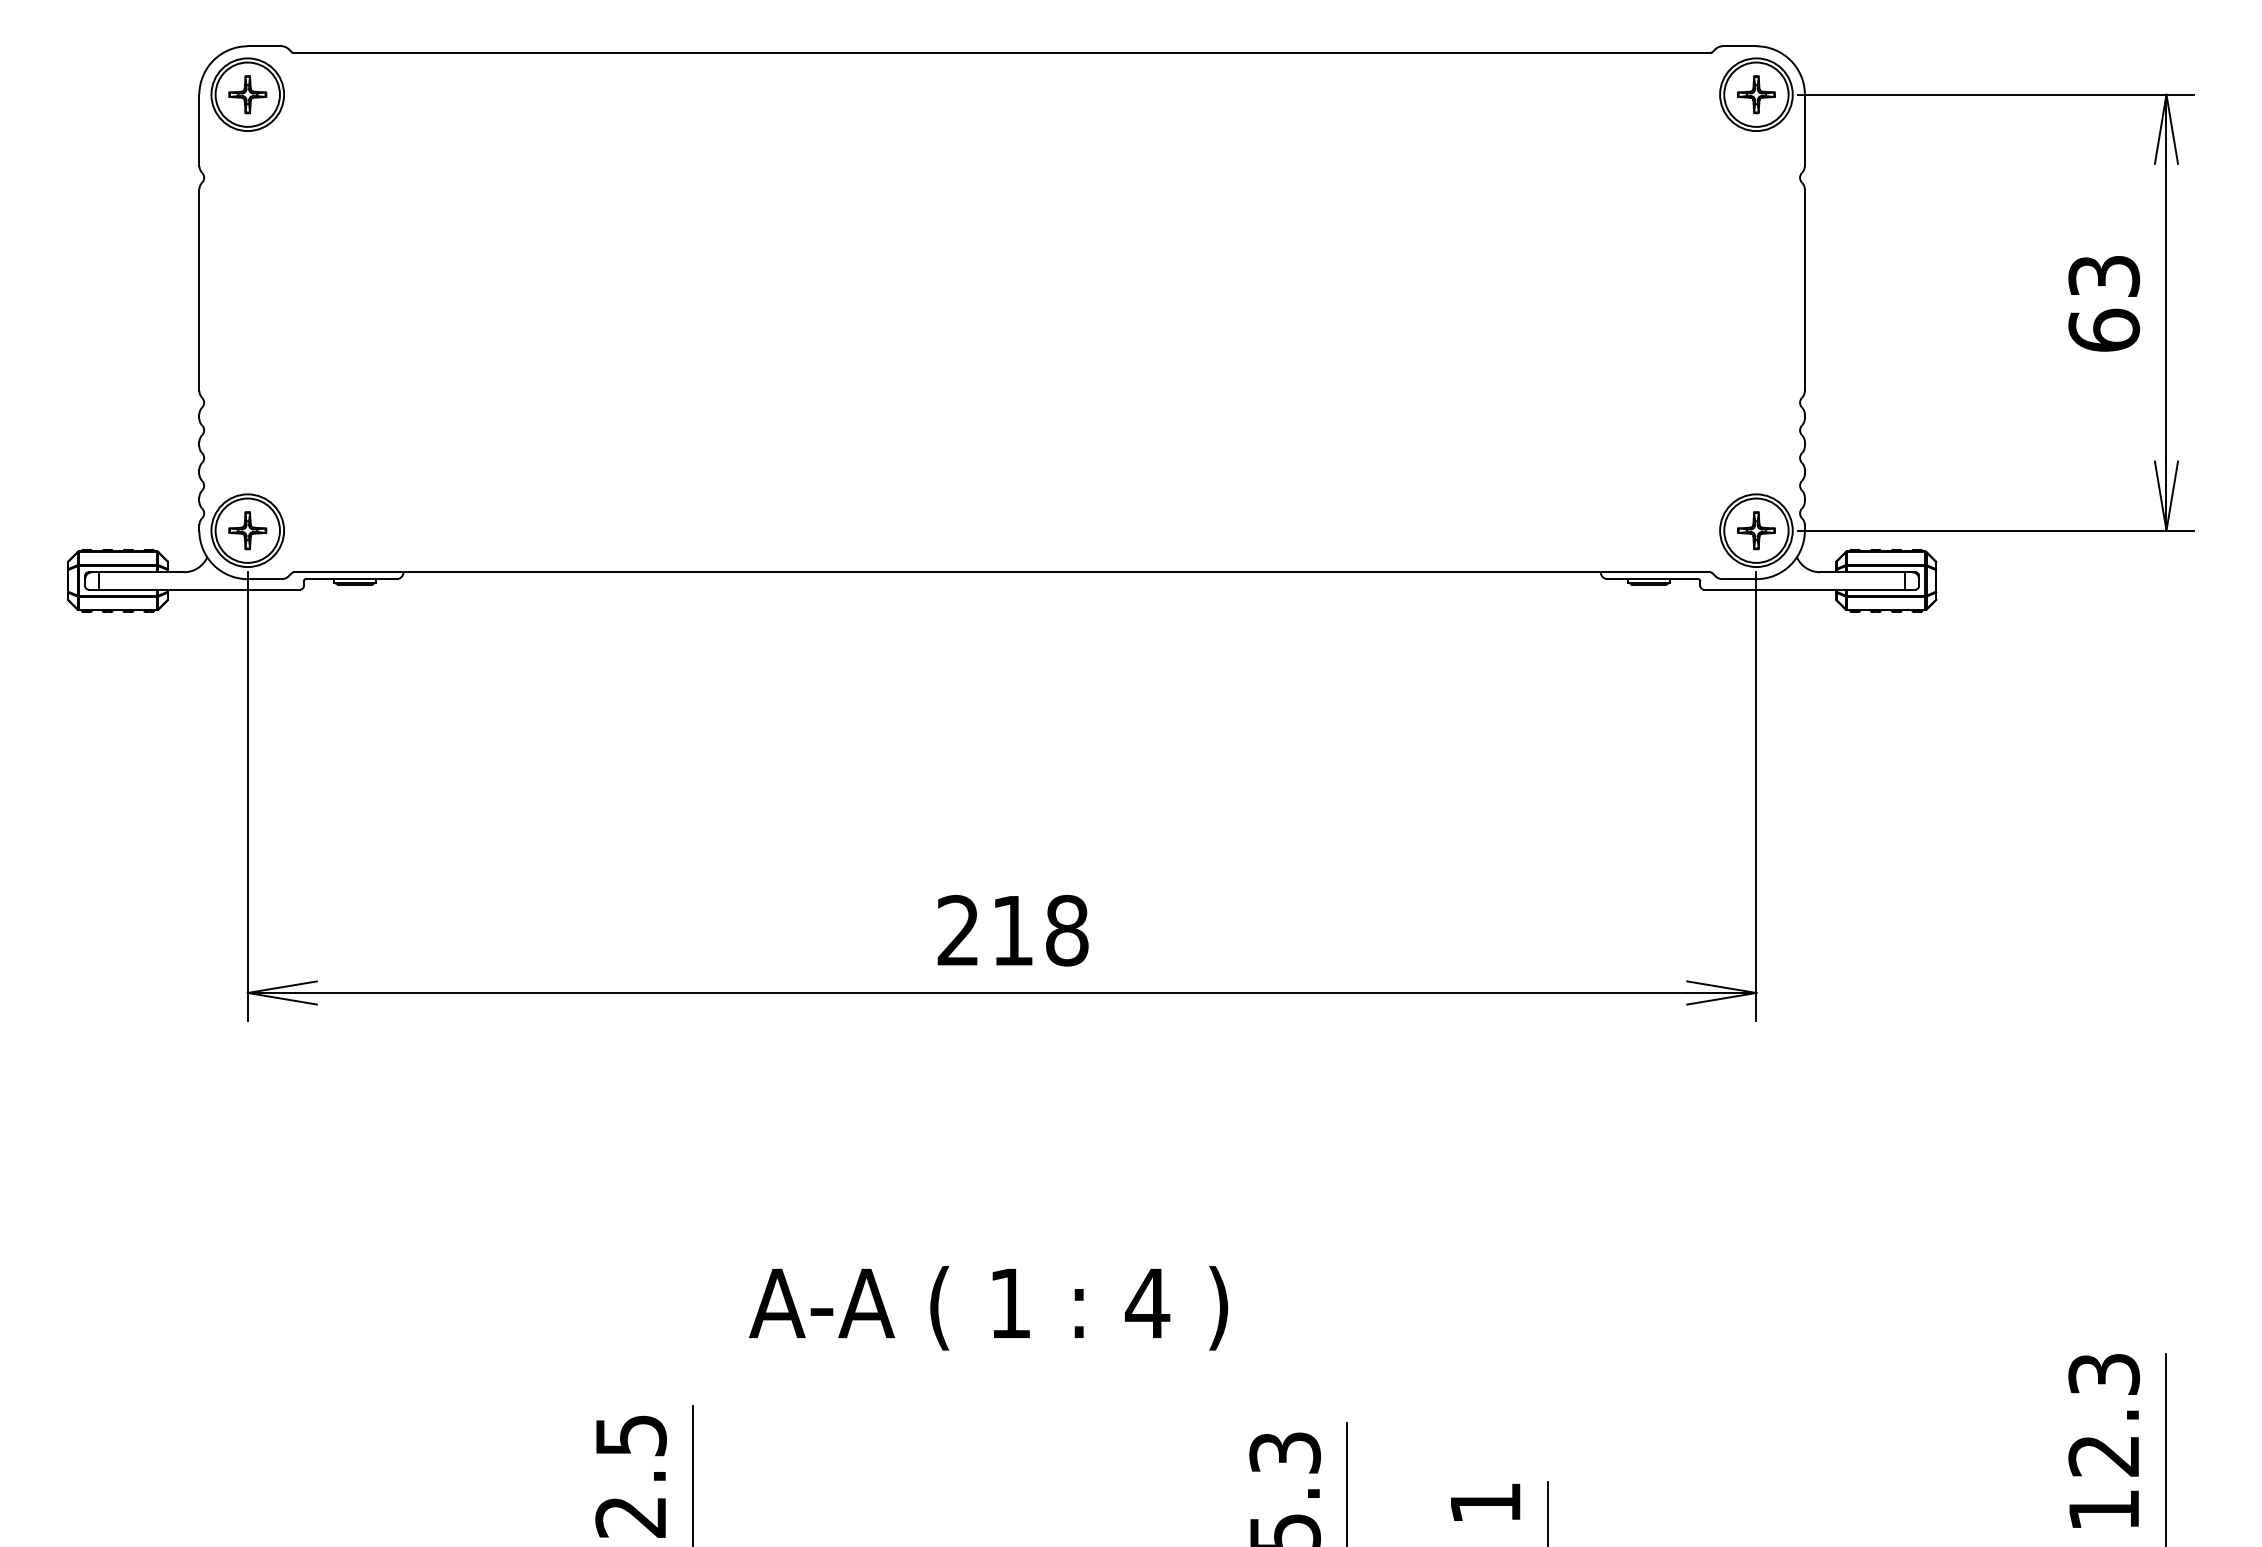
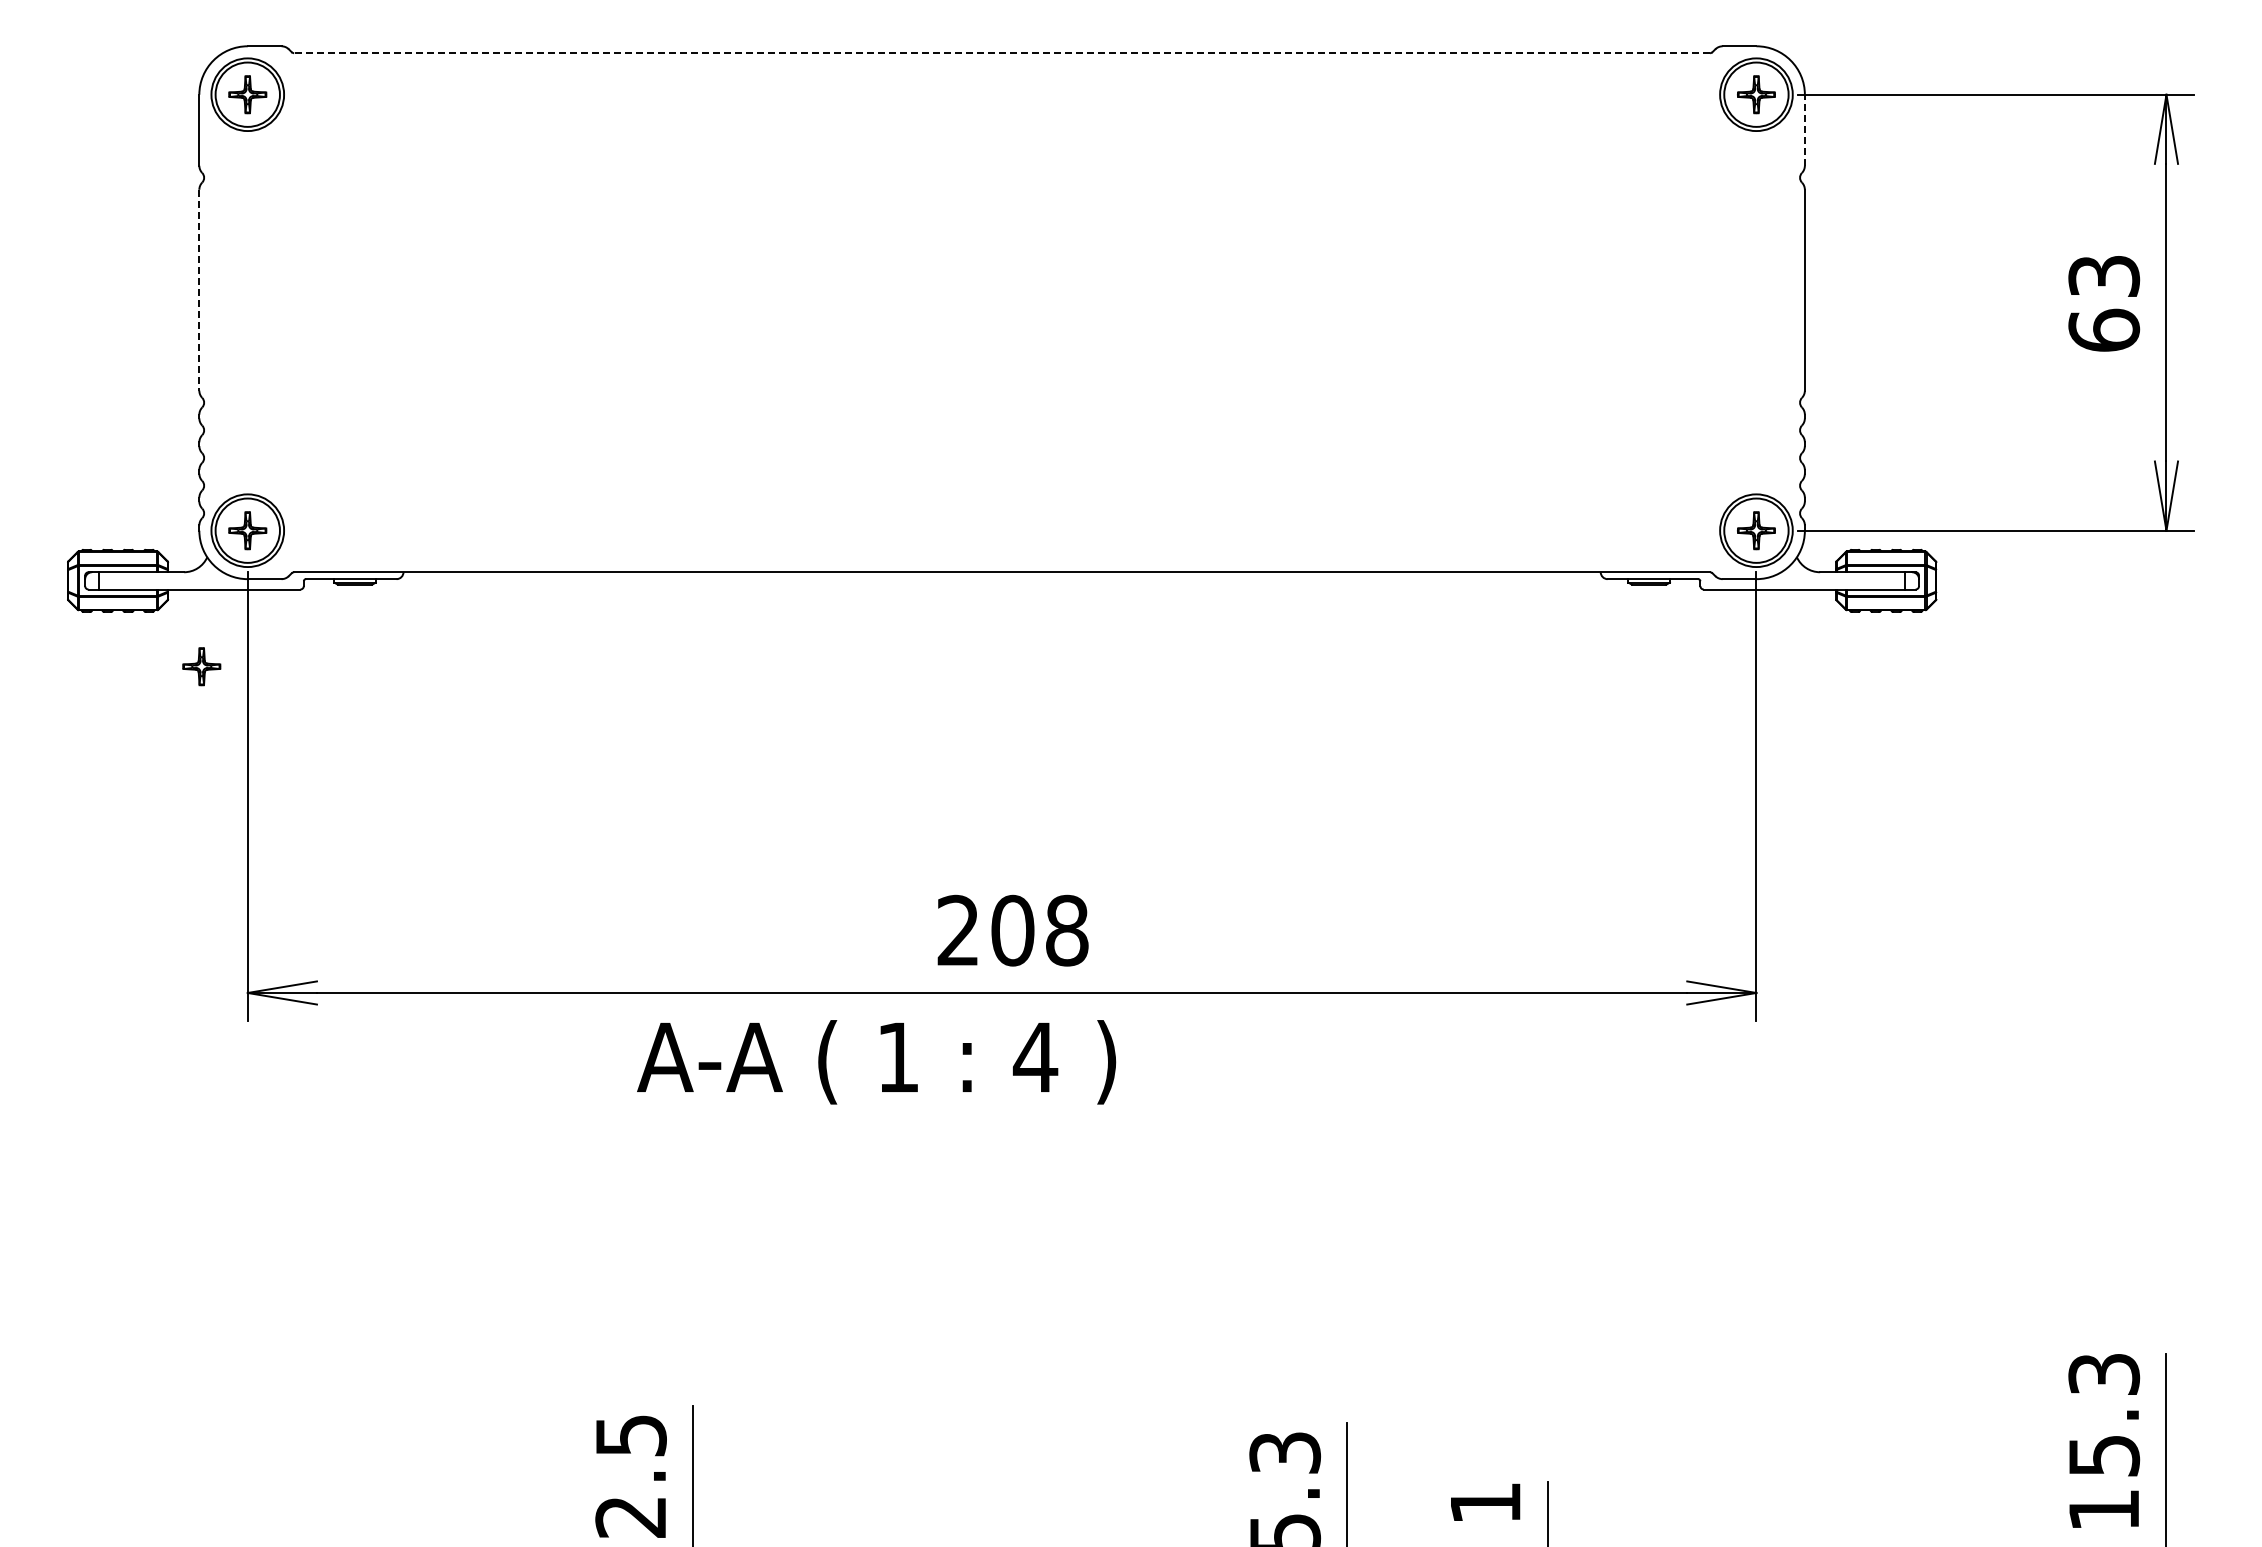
line at (1002, 53): solid -> dashed
line at (1804, 130): solid -> dashed
line at (199, 290): solid -> dashed
part at (201, 666): none -> present
text at (1012, 930): 218 -> 208
text at (988, 1308) position: (988, 1308) -> (876, 1062)
text at (2104, 1456): 12.3 -> 15.3
